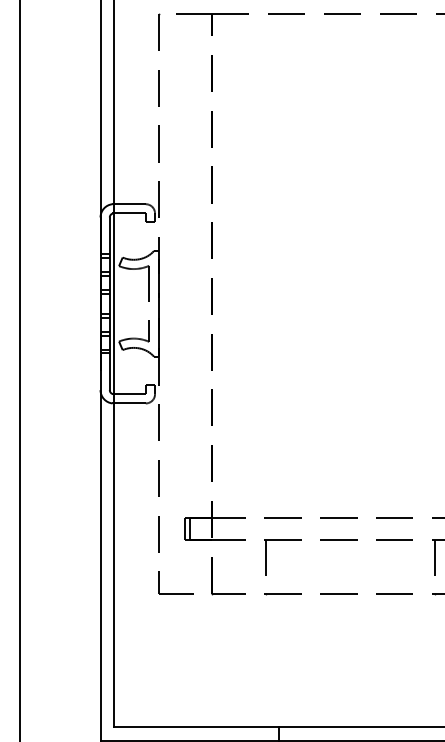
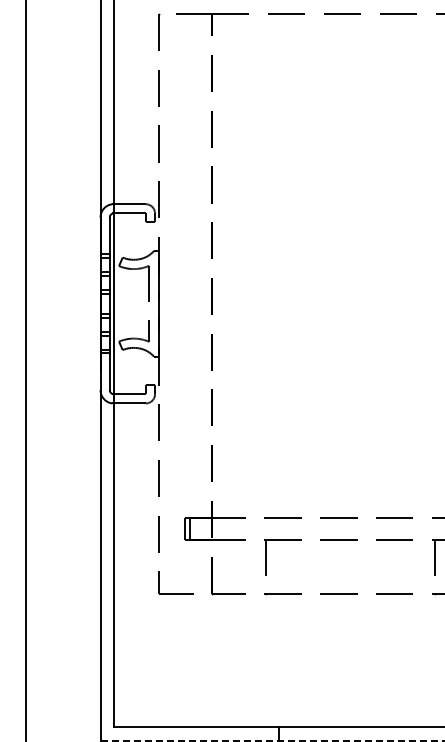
line at (20, 370) position: (20, 370) -> (26, 370)
line at (272, 740): solid -> dashed
